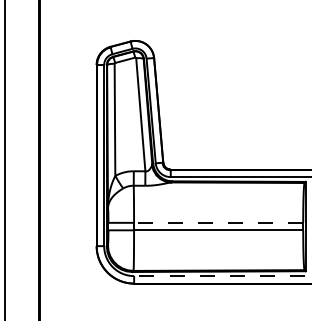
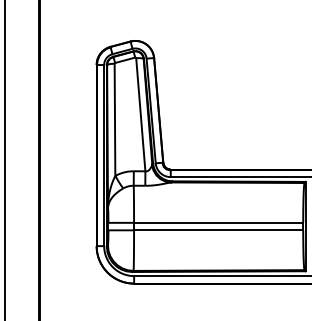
line at (218, 222): dashed -> solid
line at (223, 276): dashed -> solid
